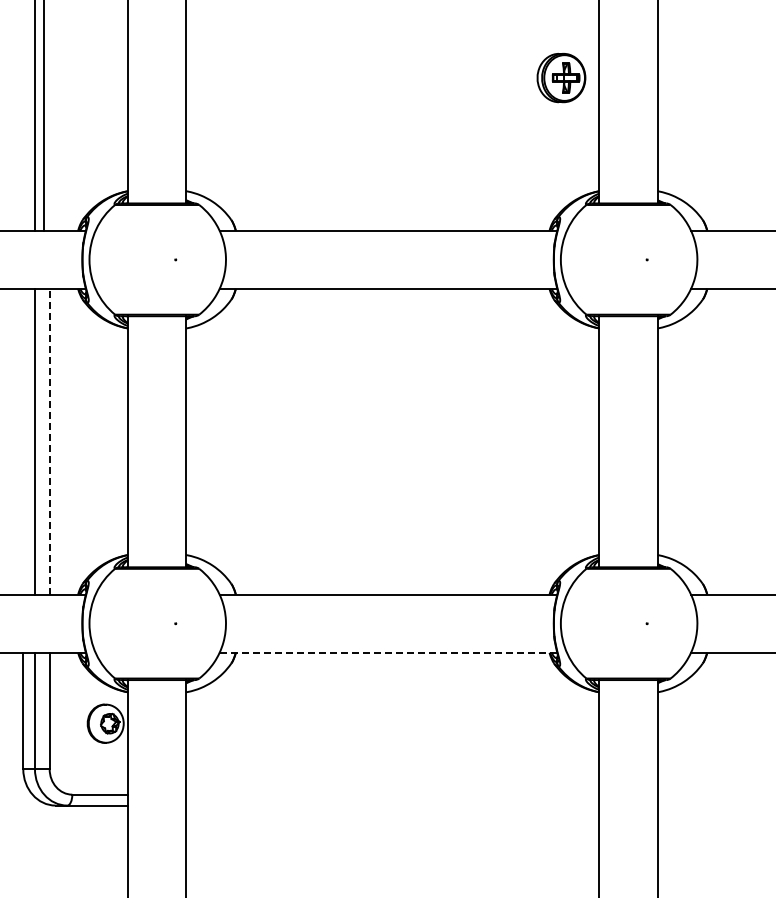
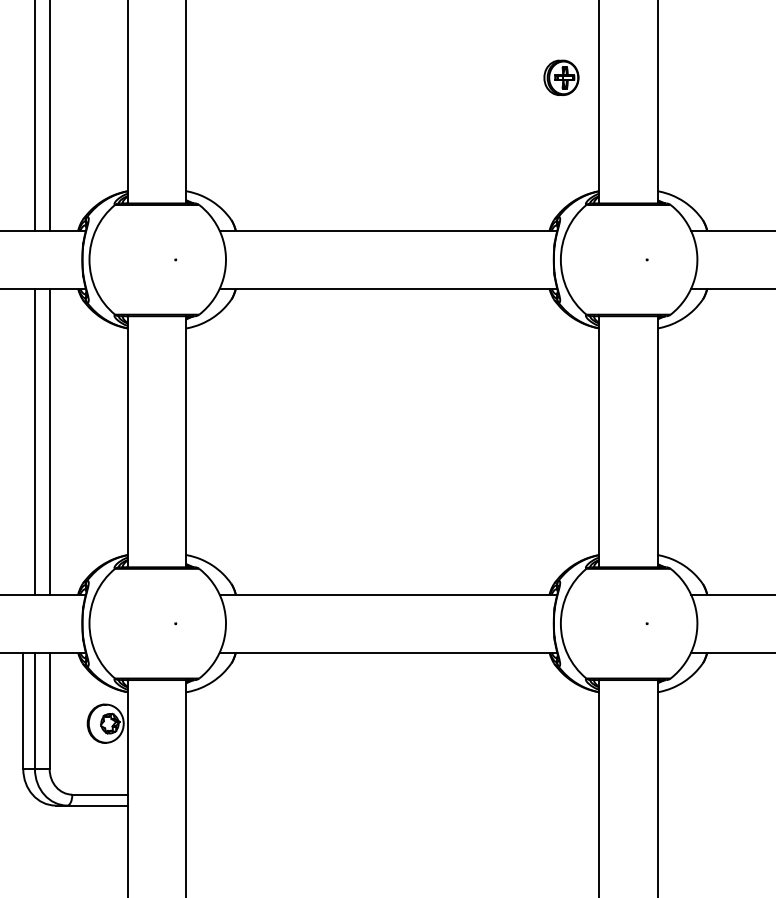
part at (561, 78) size: 51x51 px -> 37x37 px
line at (43, 116) position: (43, 116) -> (49, 116)
line at (49, 441): dashed -> solid
line at (388, 652): dashed -> solid
